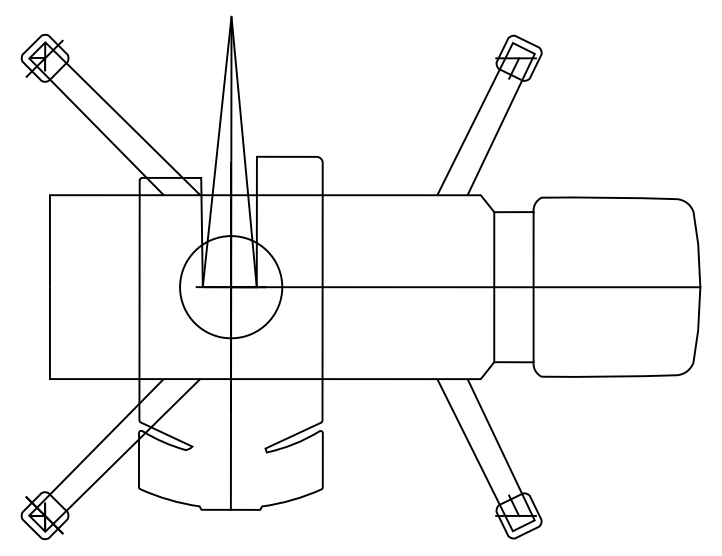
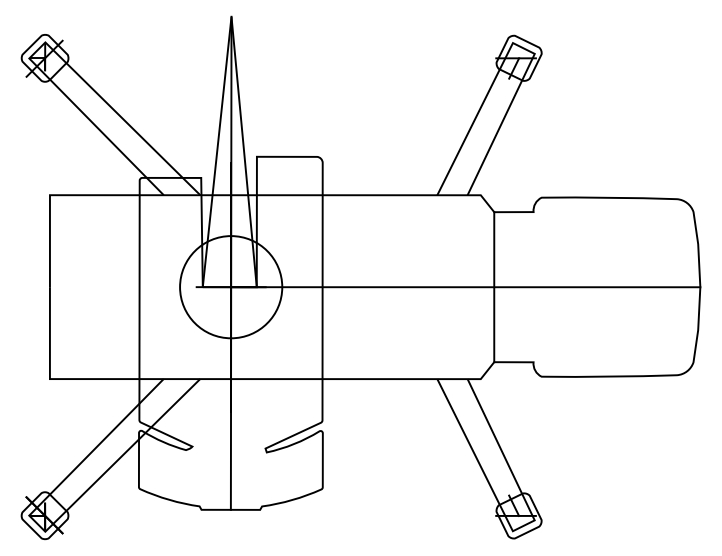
line at (533, 287): present -> none
